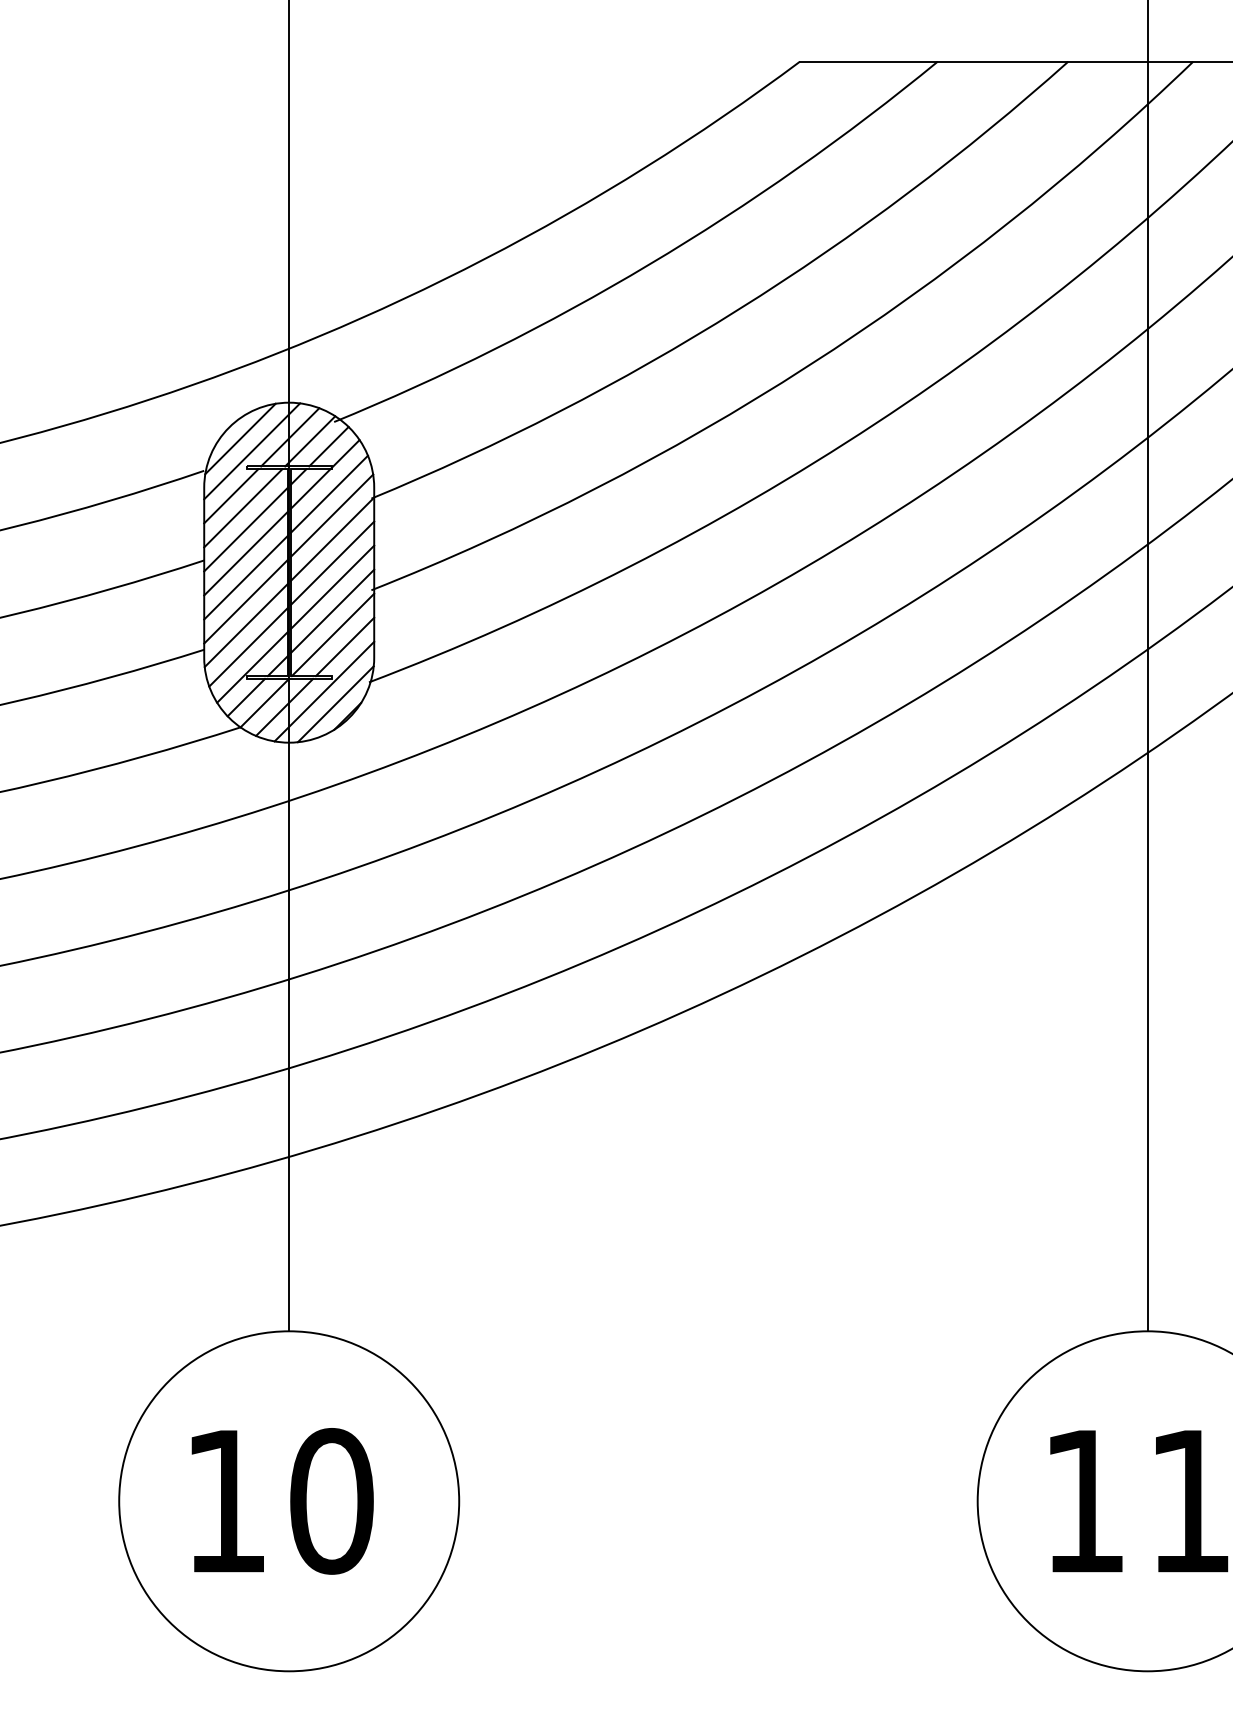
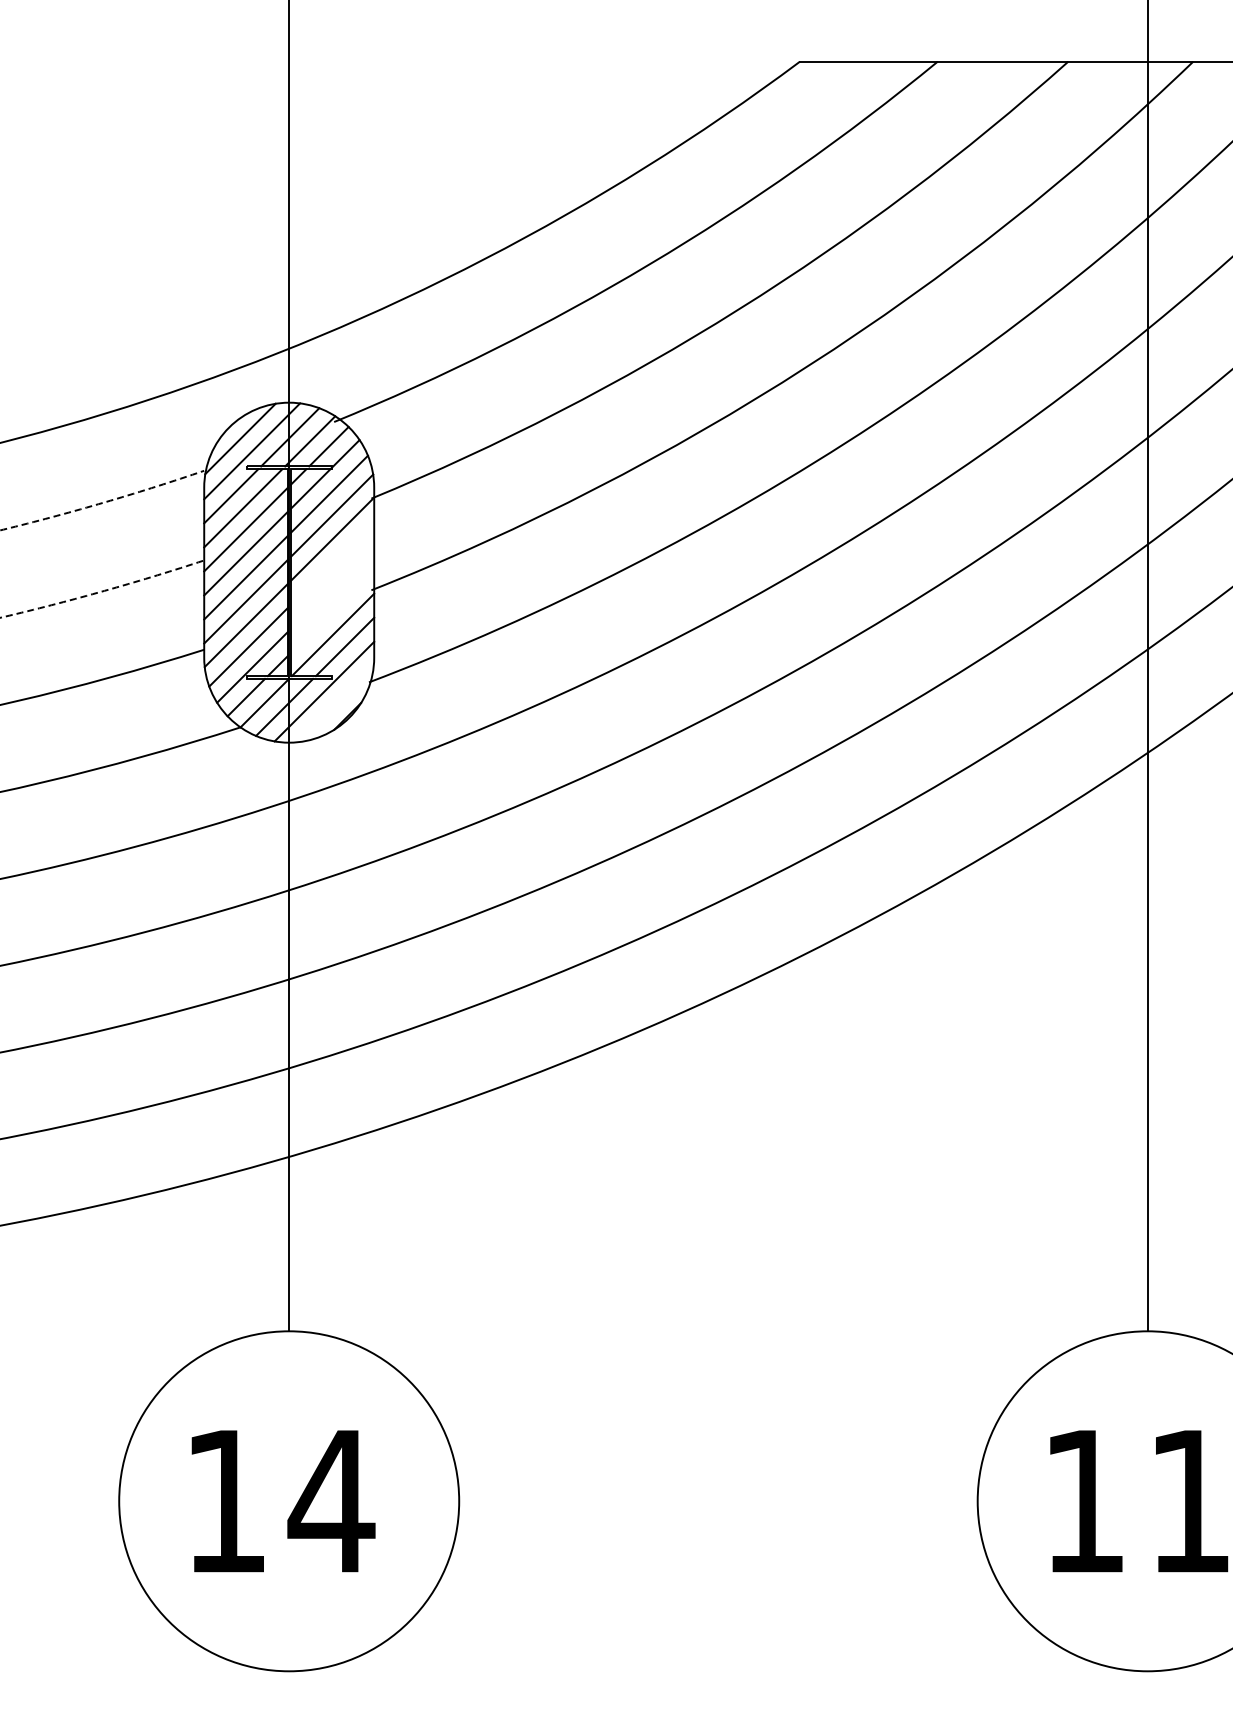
arc at (102, 502): solid -> dashed
line at (332, 563): present -> none
line at (332, 587): present -> none
arc at (103, 591): solid -> dashed
line at (332, 611): present -> none
line at (335, 704): present -> none
text at (331, 1501): 10 -> 14
